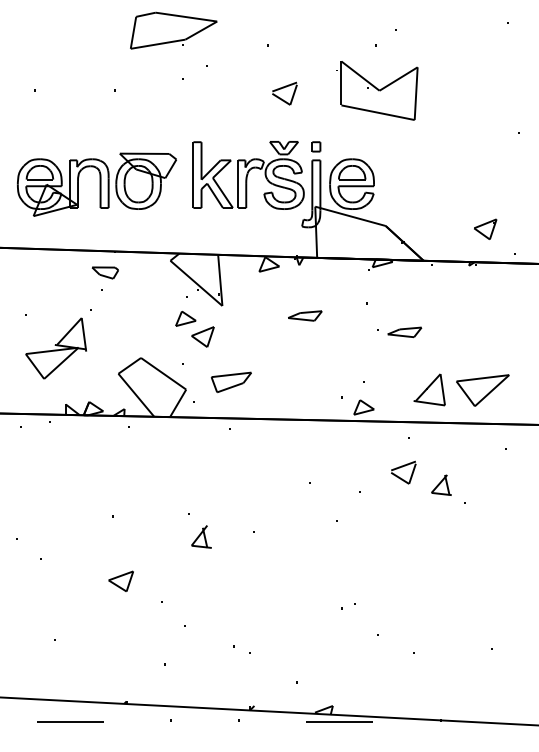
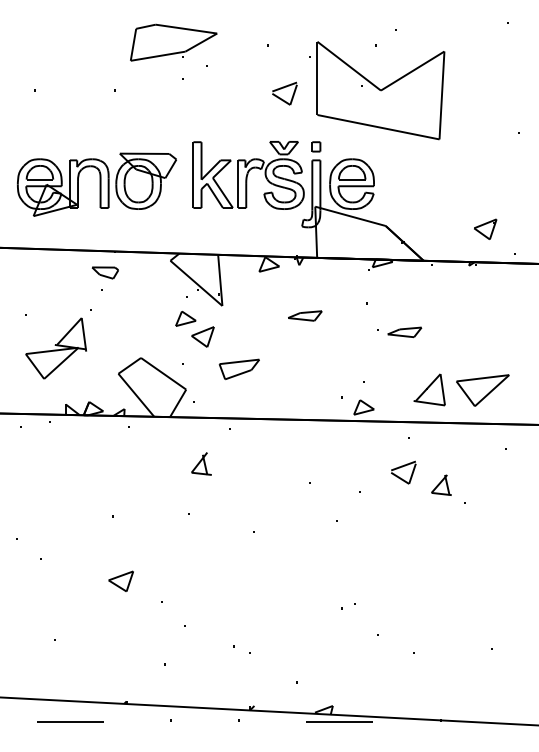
part at (173, 30) position: (173, 30) -> (173, 42)
part at (377, 90) size: 83x60 px -> 137x100 px
part at (230, 382) position: (230, 382) -> (238, 369)
part at (201, 536) position: (201, 536) -> (201, 463)
